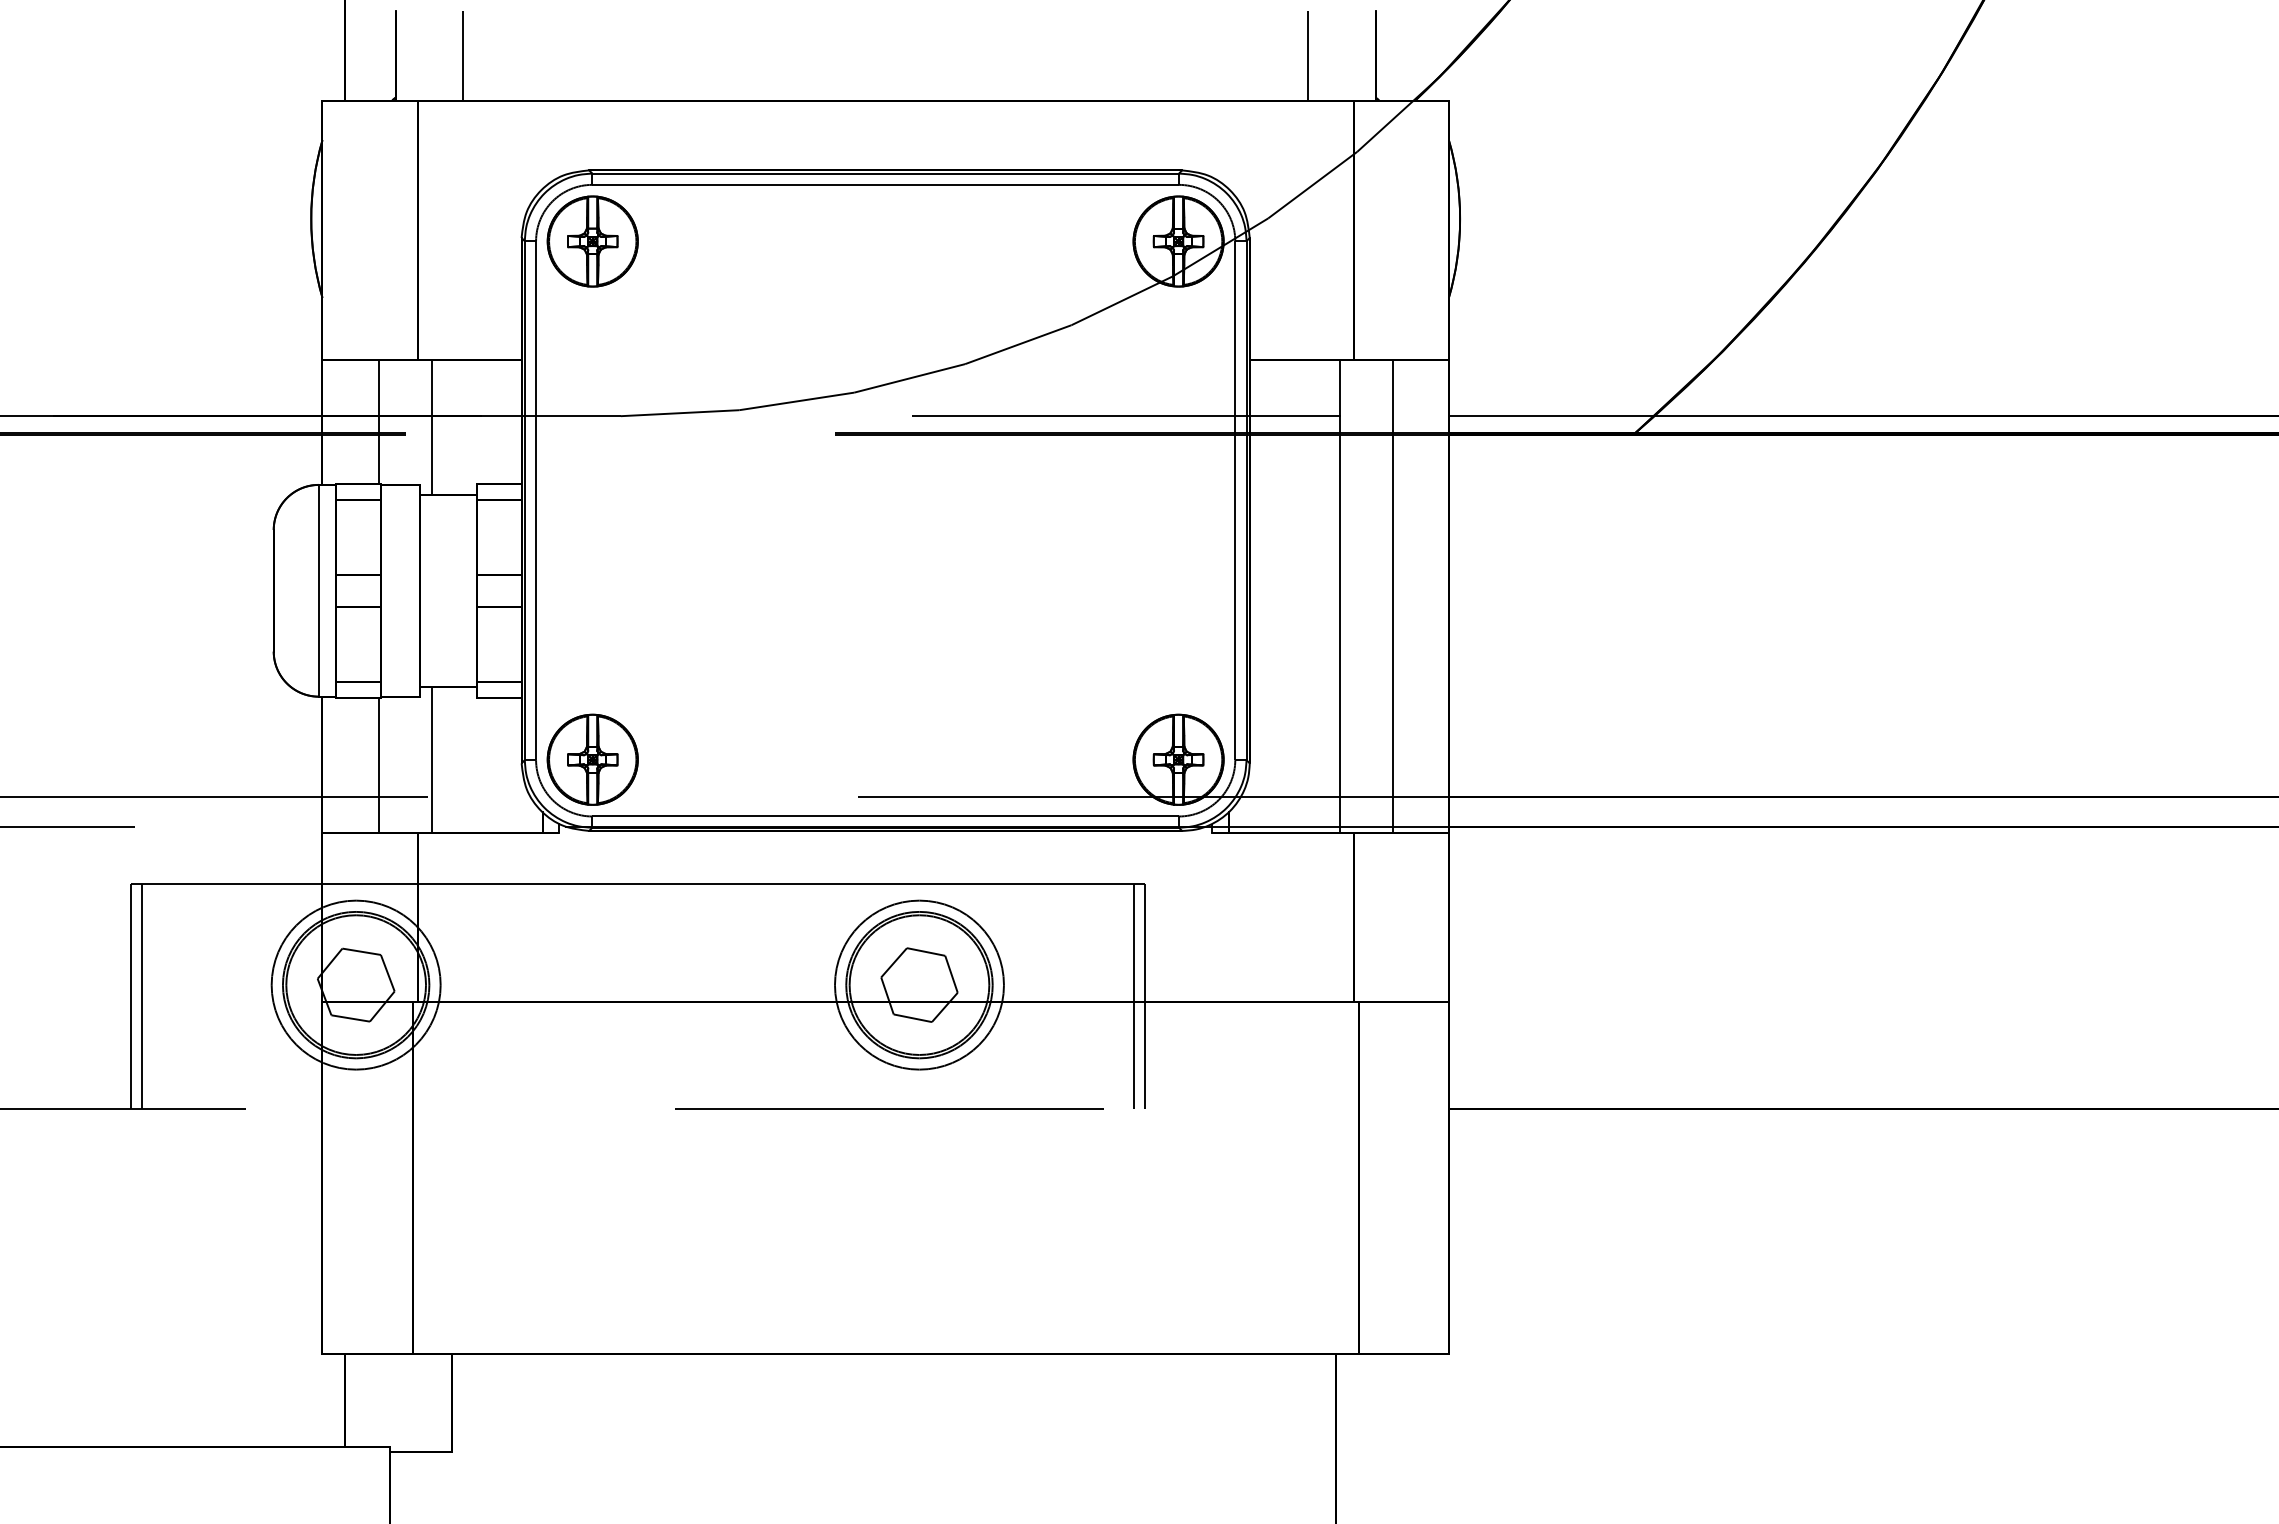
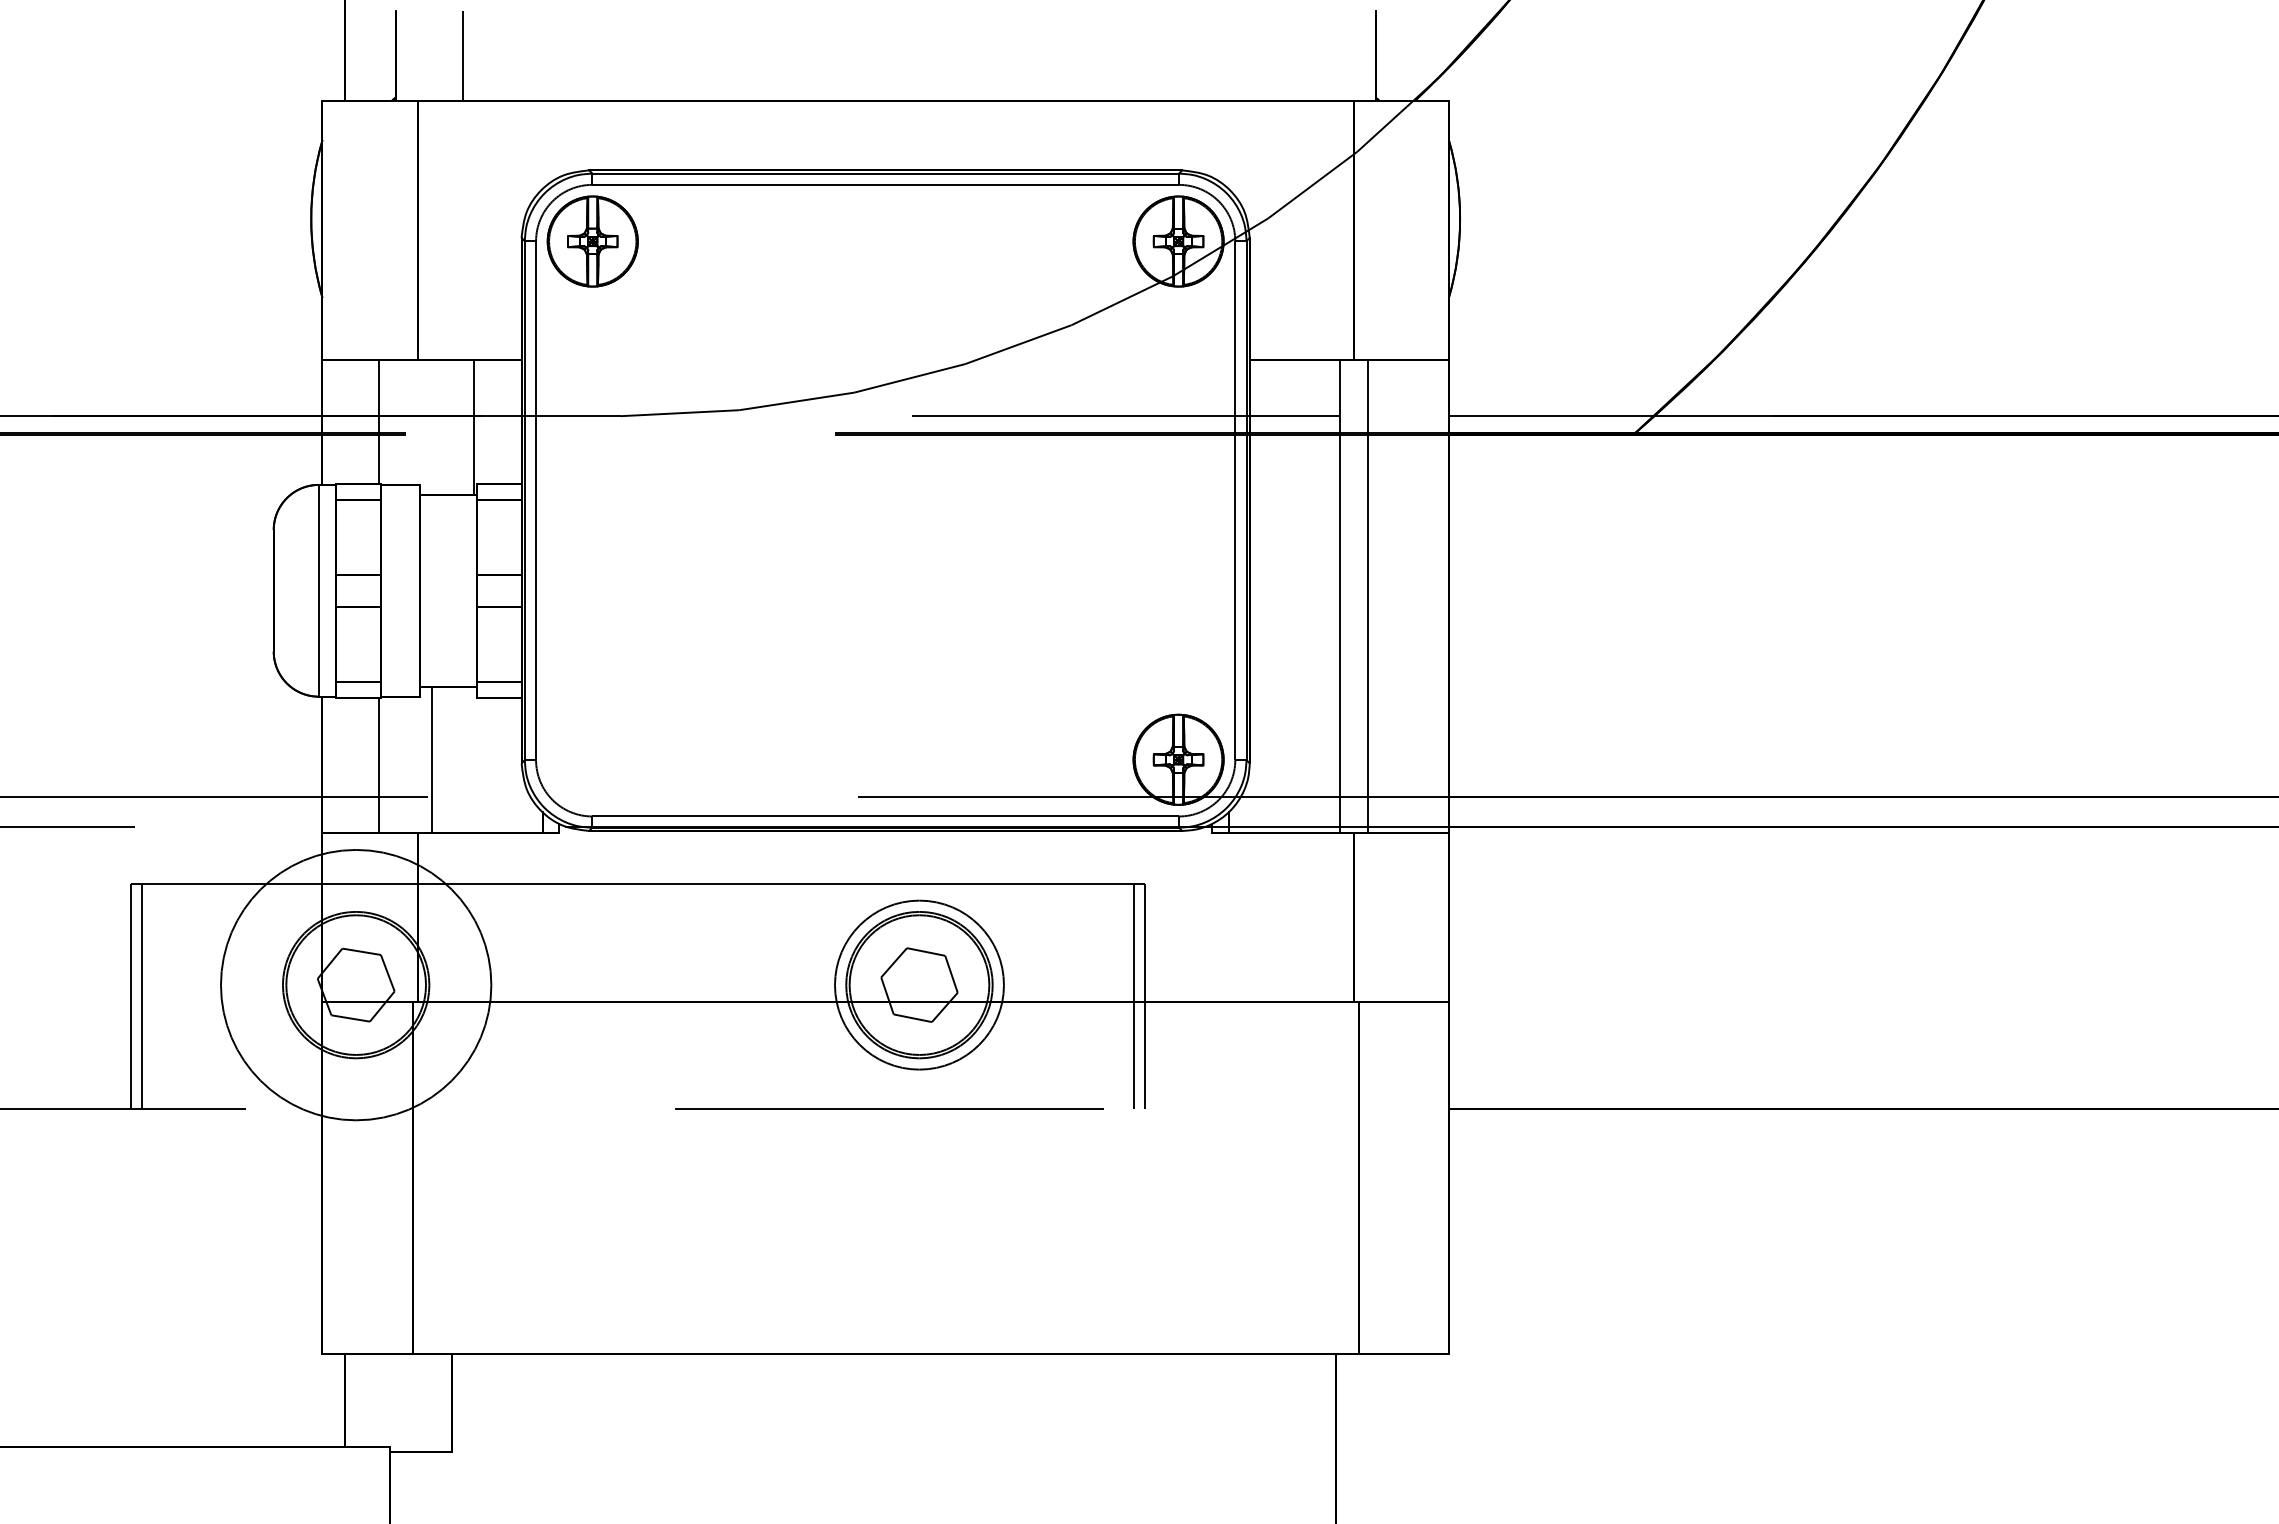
line at (1308, 55): present -> none
line at (431, 427) position: (431, 427) -> (473, 427)
line at (1392, 596) position: (1392, 596) -> (1367, 596)
part at (592, 759): present -> none
circle at (355, 984) diameter: 169 px -> 270 px
